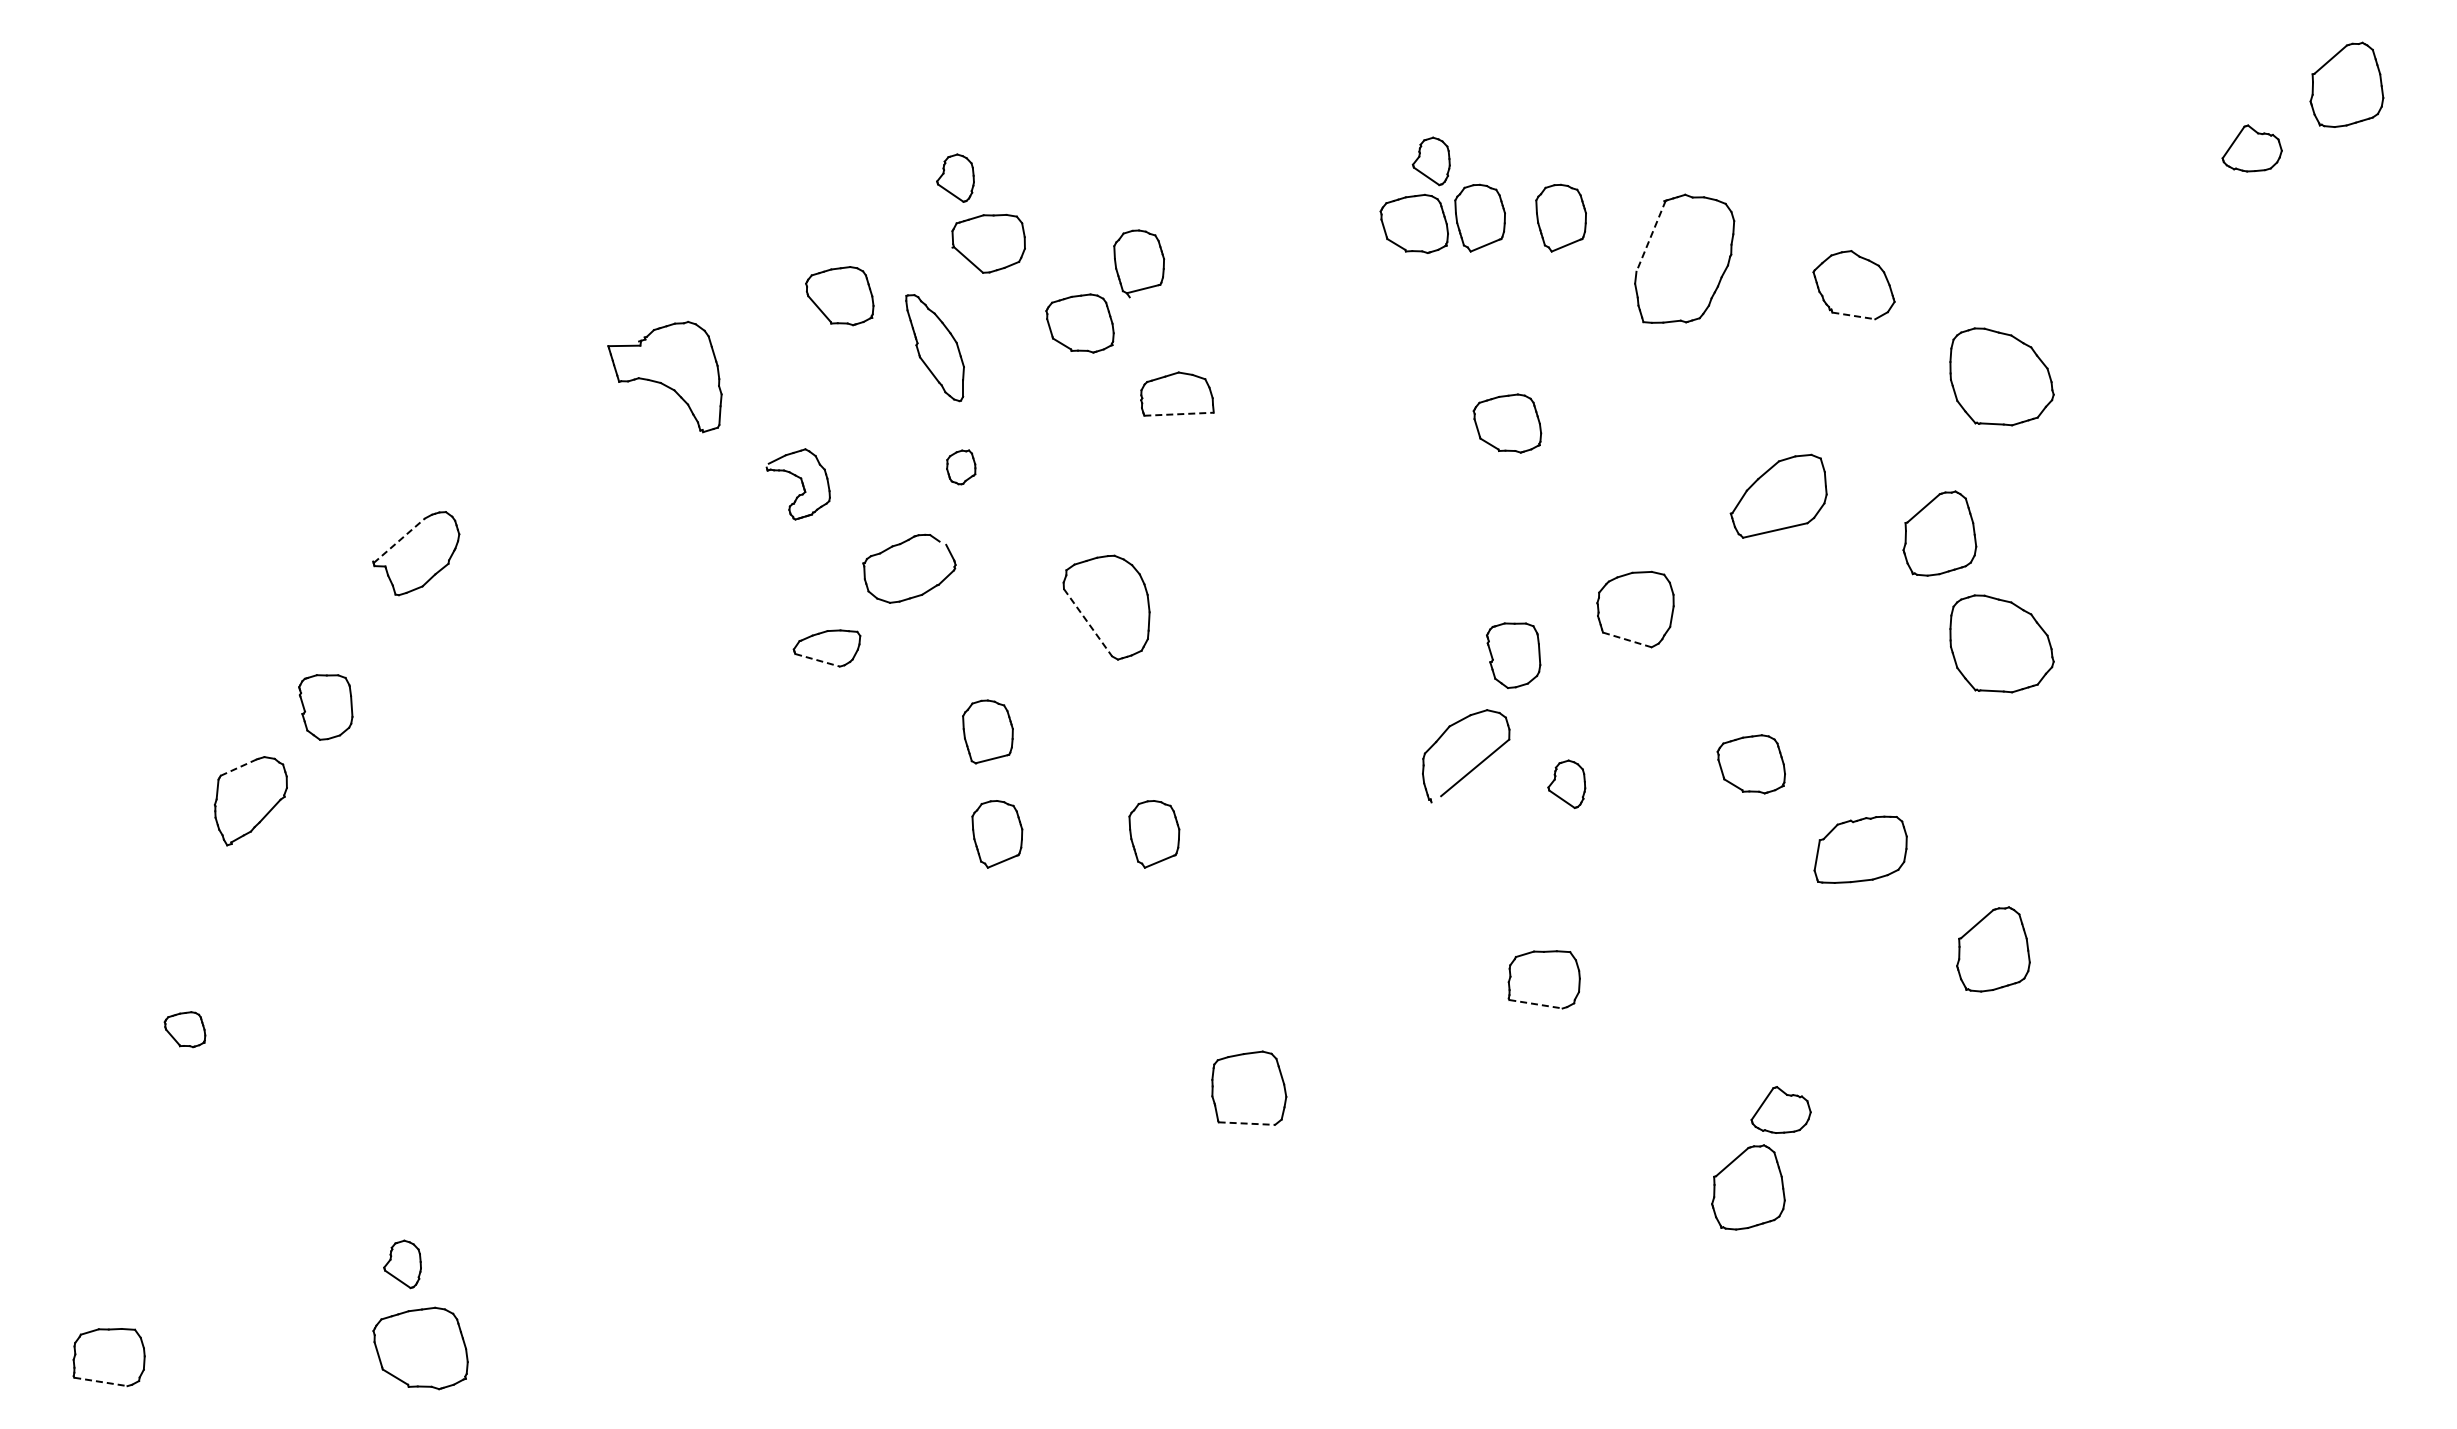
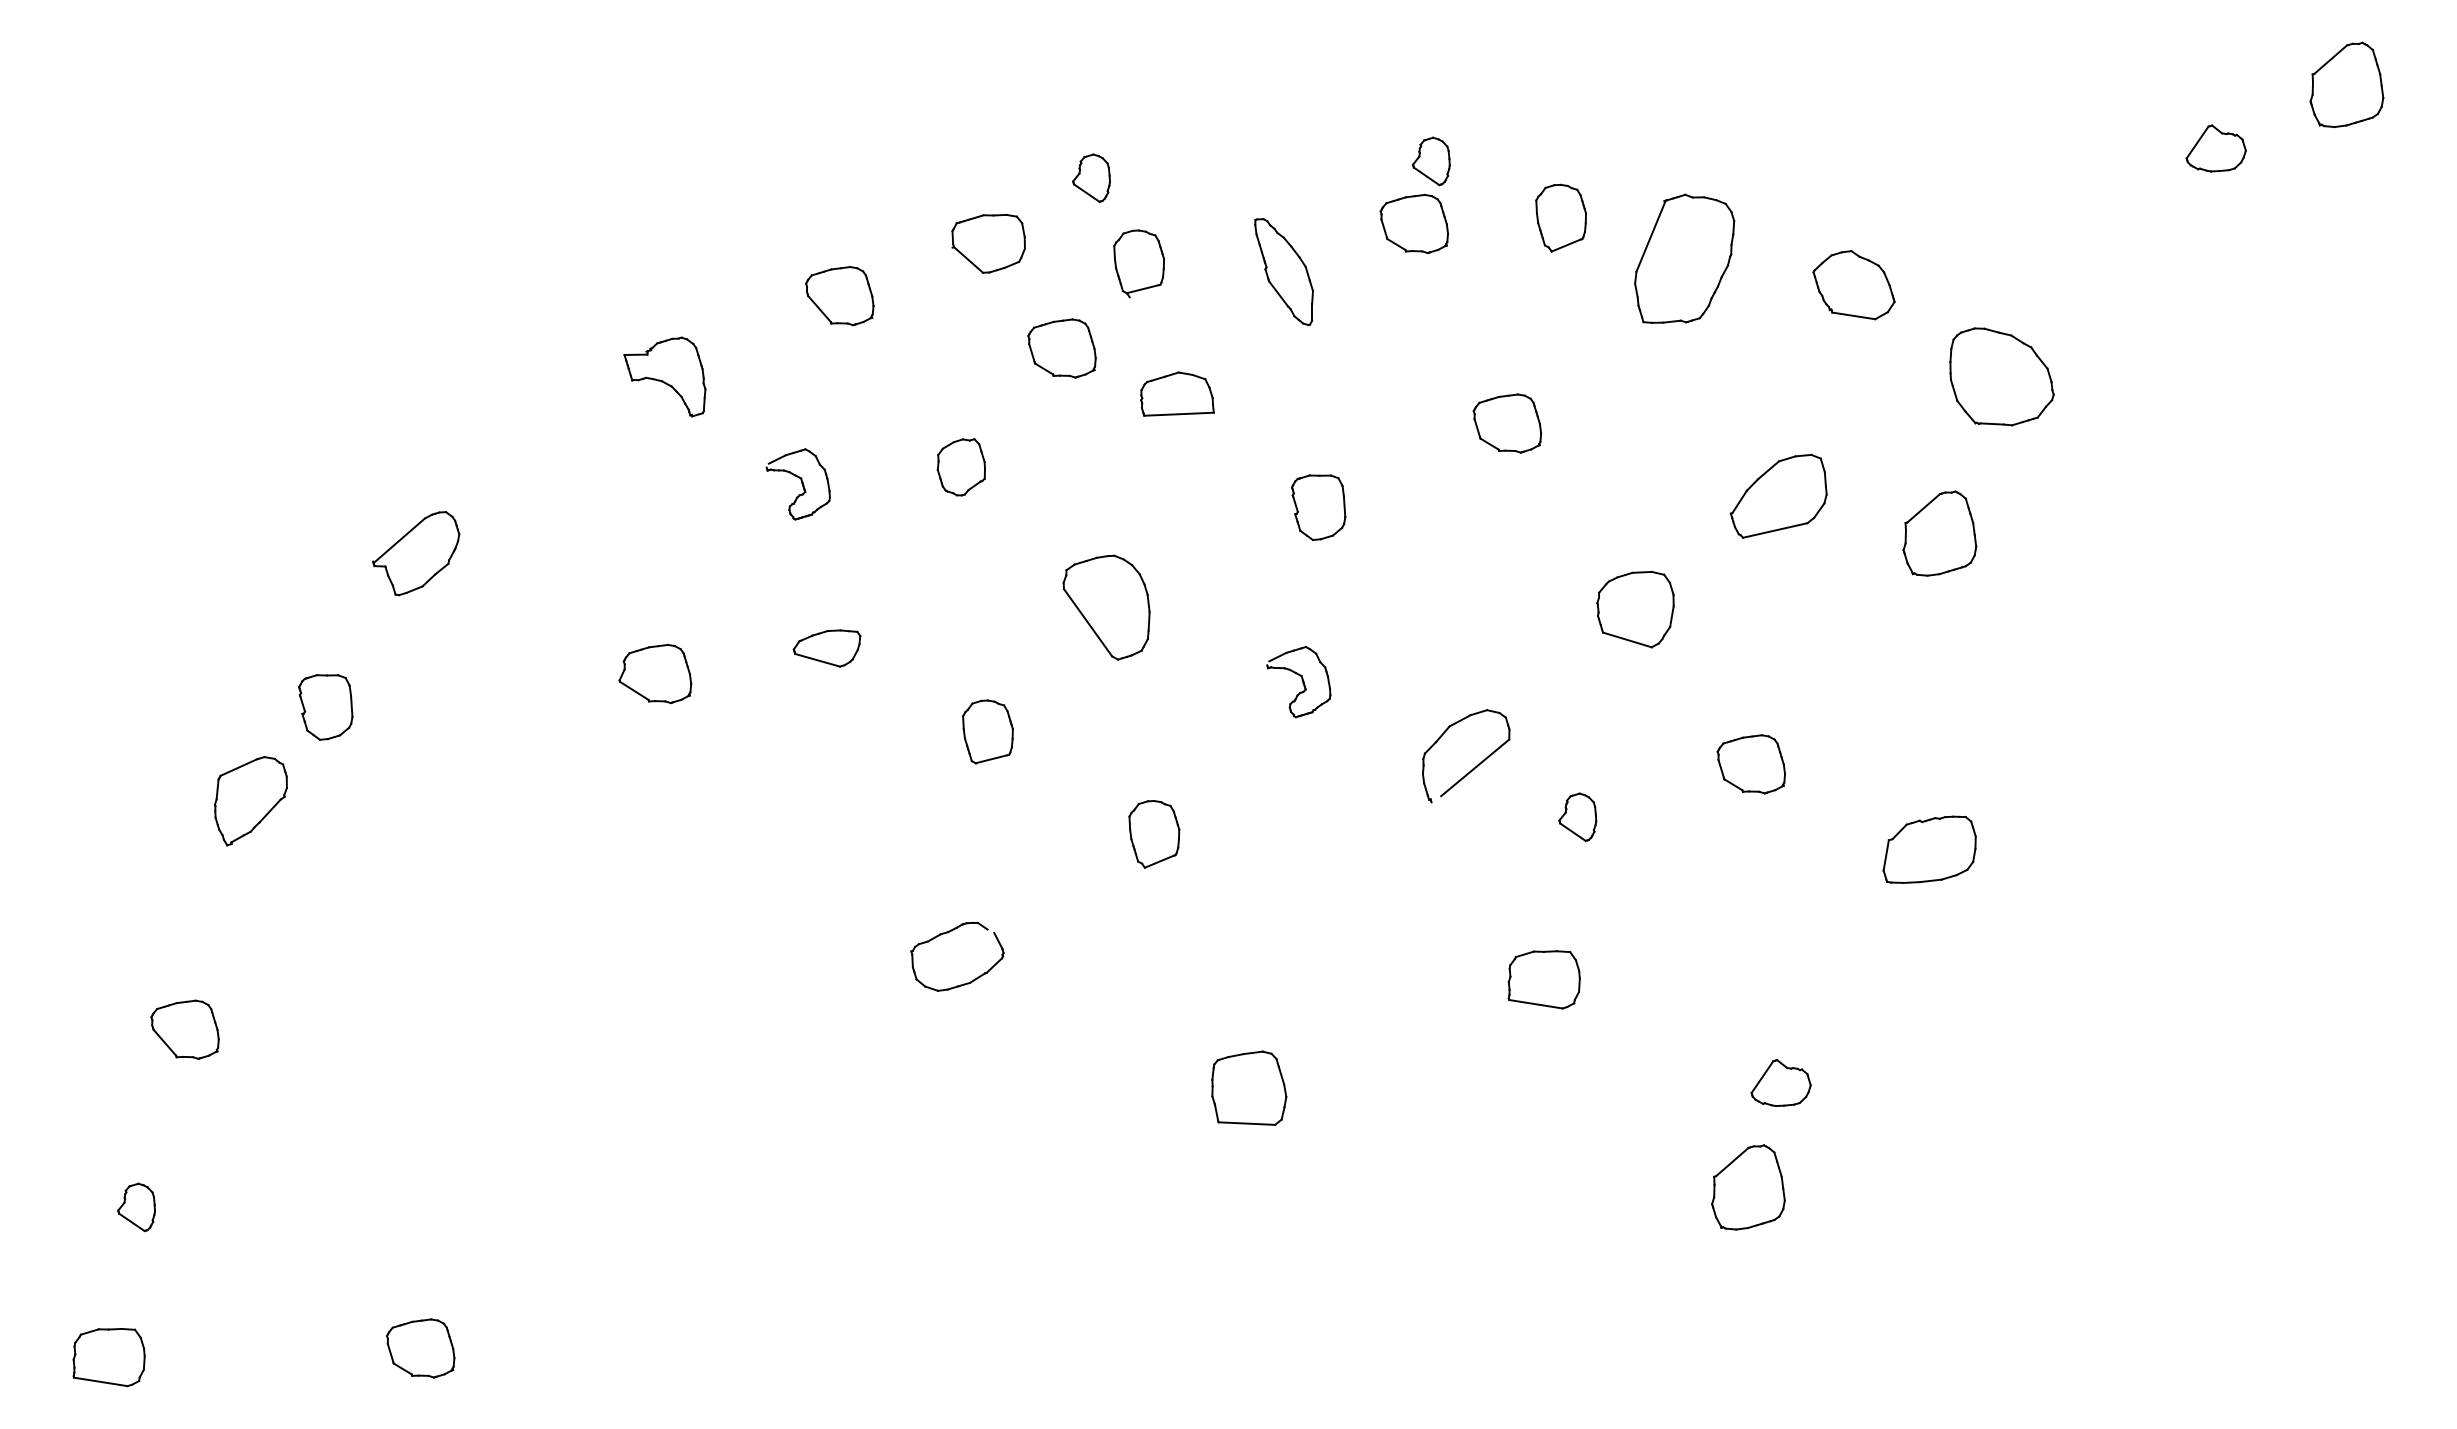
part at (2251, 148) position: (2251, 148) -> (2215, 148)
part at (955, 177) position: (955, 177) -> (1091, 177)
part at (1479, 217): present -> none
line at (1650, 236): dashed -> solid
line at (1853, 315): dashed -> solid
part at (1079, 323) position: (1079, 323) -> (1061, 348)
part at (934, 348) position: (934, 348) -> (1283, 272)
part at (664, 376) size: 116x114 px -> 84x82 px
line at (1179, 414): dashed -> solid
part at (961, 467) size: 31x37 px -> 50x59 px
line at (399, 540): dashed -> solid
part at (900, 545) position: (900, 545) -> (948, 933)
line at (1088, 623): dashed -> solid
line at (1627, 640): dashed -> solid
part at (2001, 643): present -> none
part at (1513, 655) position: (1513, 655) -> (1318, 507)
line at (818, 660): dashed -> solid
part at (655, 674): none -> present
part at (1298, 682): none -> present
line at (238, 767): dashed -> solid
part at (1566, 783) position: (1566, 783) -> (1577, 816)
part at (997, 834): present -> none
part at (1860, 849) position: (1860, 849) -> (1929, 849)
part at (1993, 949): present -> none
line at (1536, 1004): dashed -> solid
part at (184, 1029) size: 44x38 px -> 70x61 px
part at (1780, 1109) position: (1780, 1109) -> (1780, 1082)
line at (1247, 1123): dashed -> solid
part at (402, 1264) position: (402, 1264) -> (136, 1207)
part at (420, 1348) size: 97x85 px -> 70x61 px
line at (100, 1381): dashed -> solid
